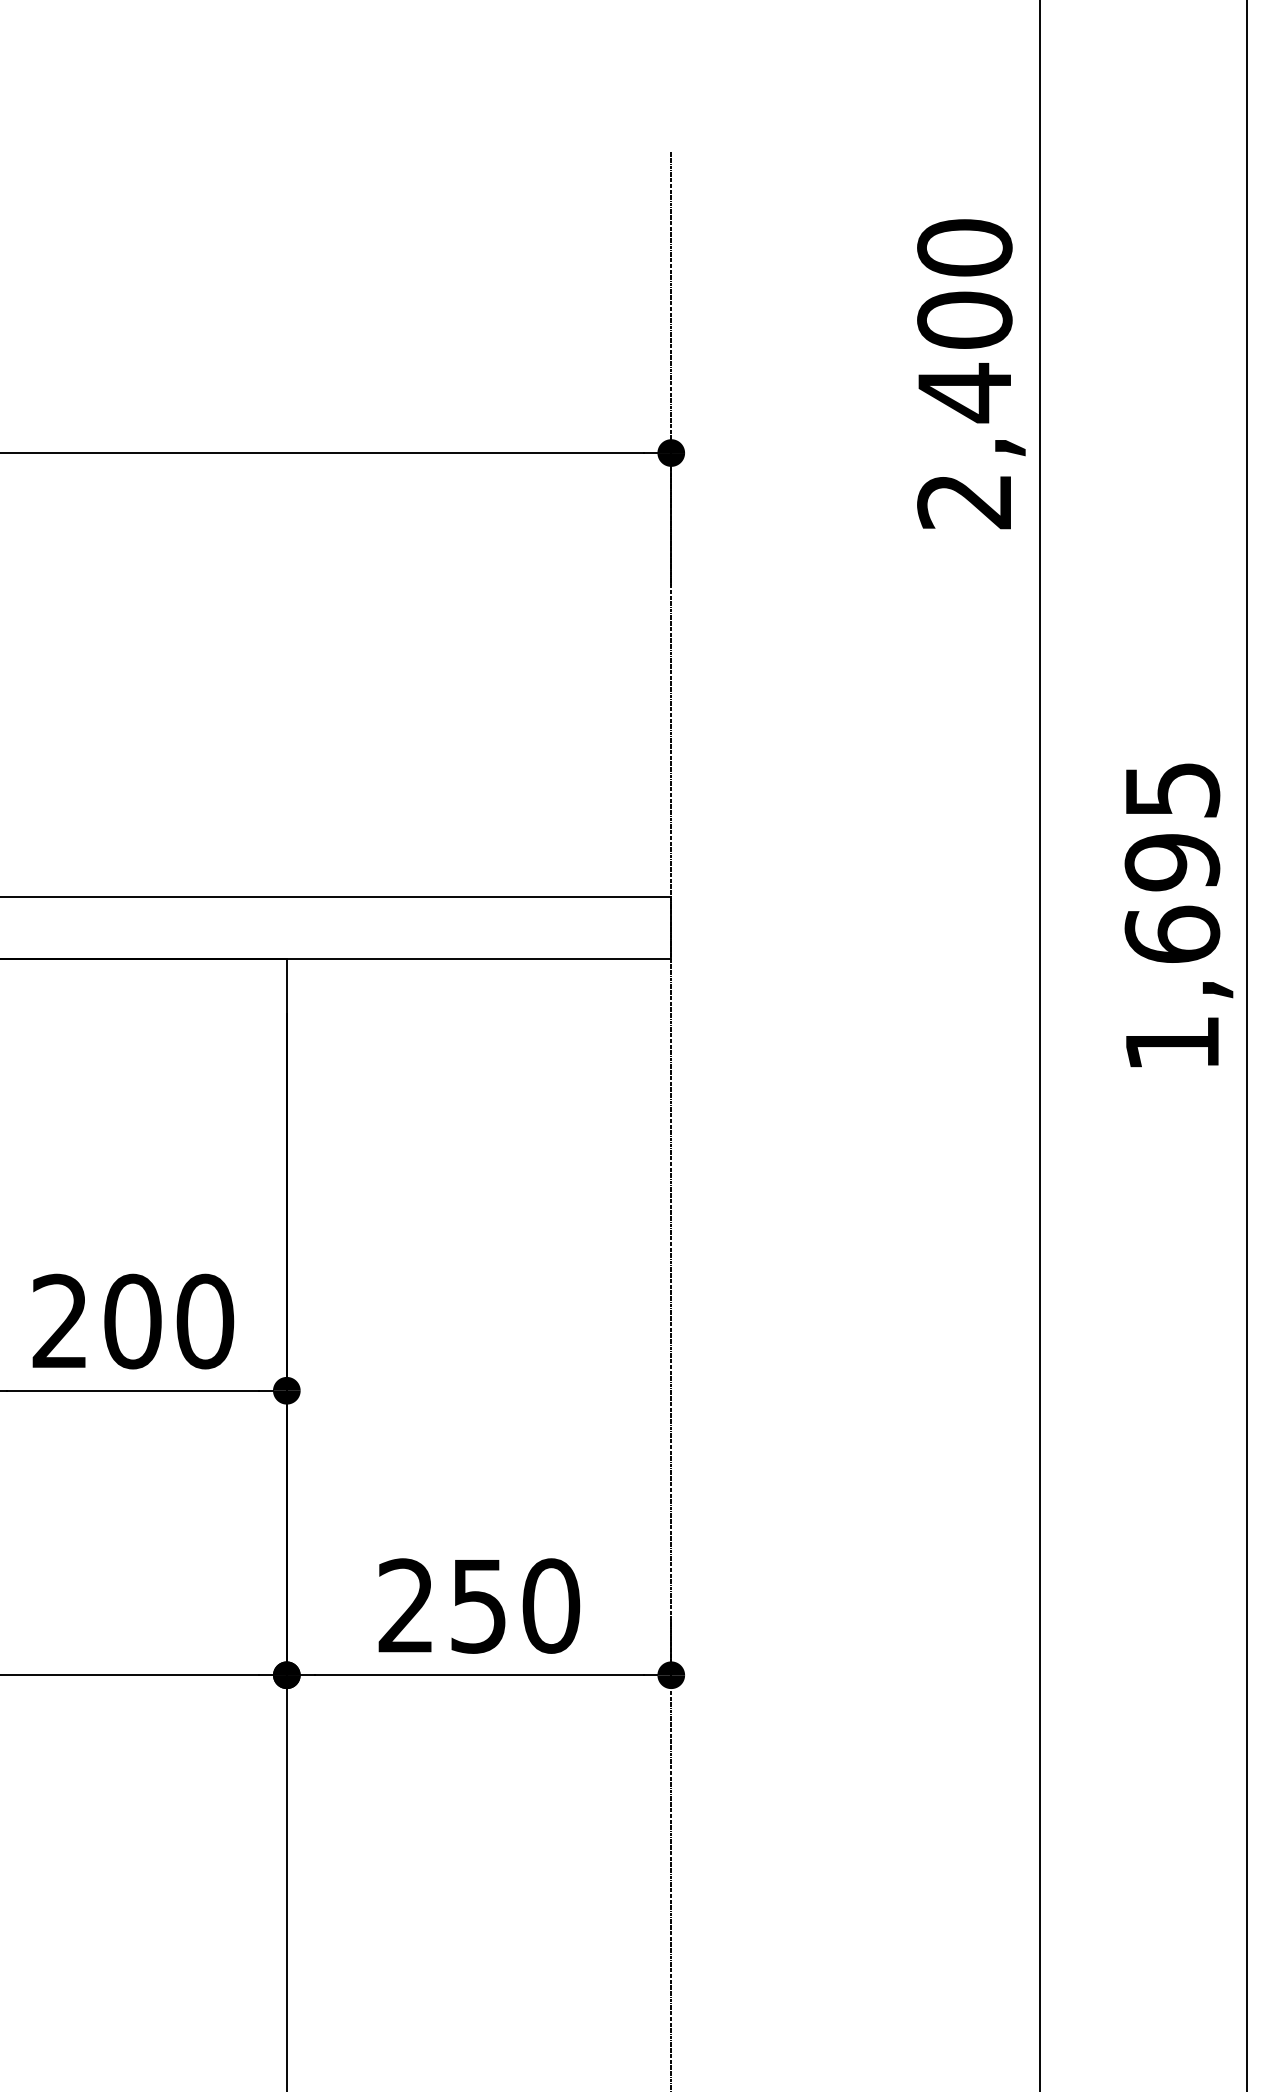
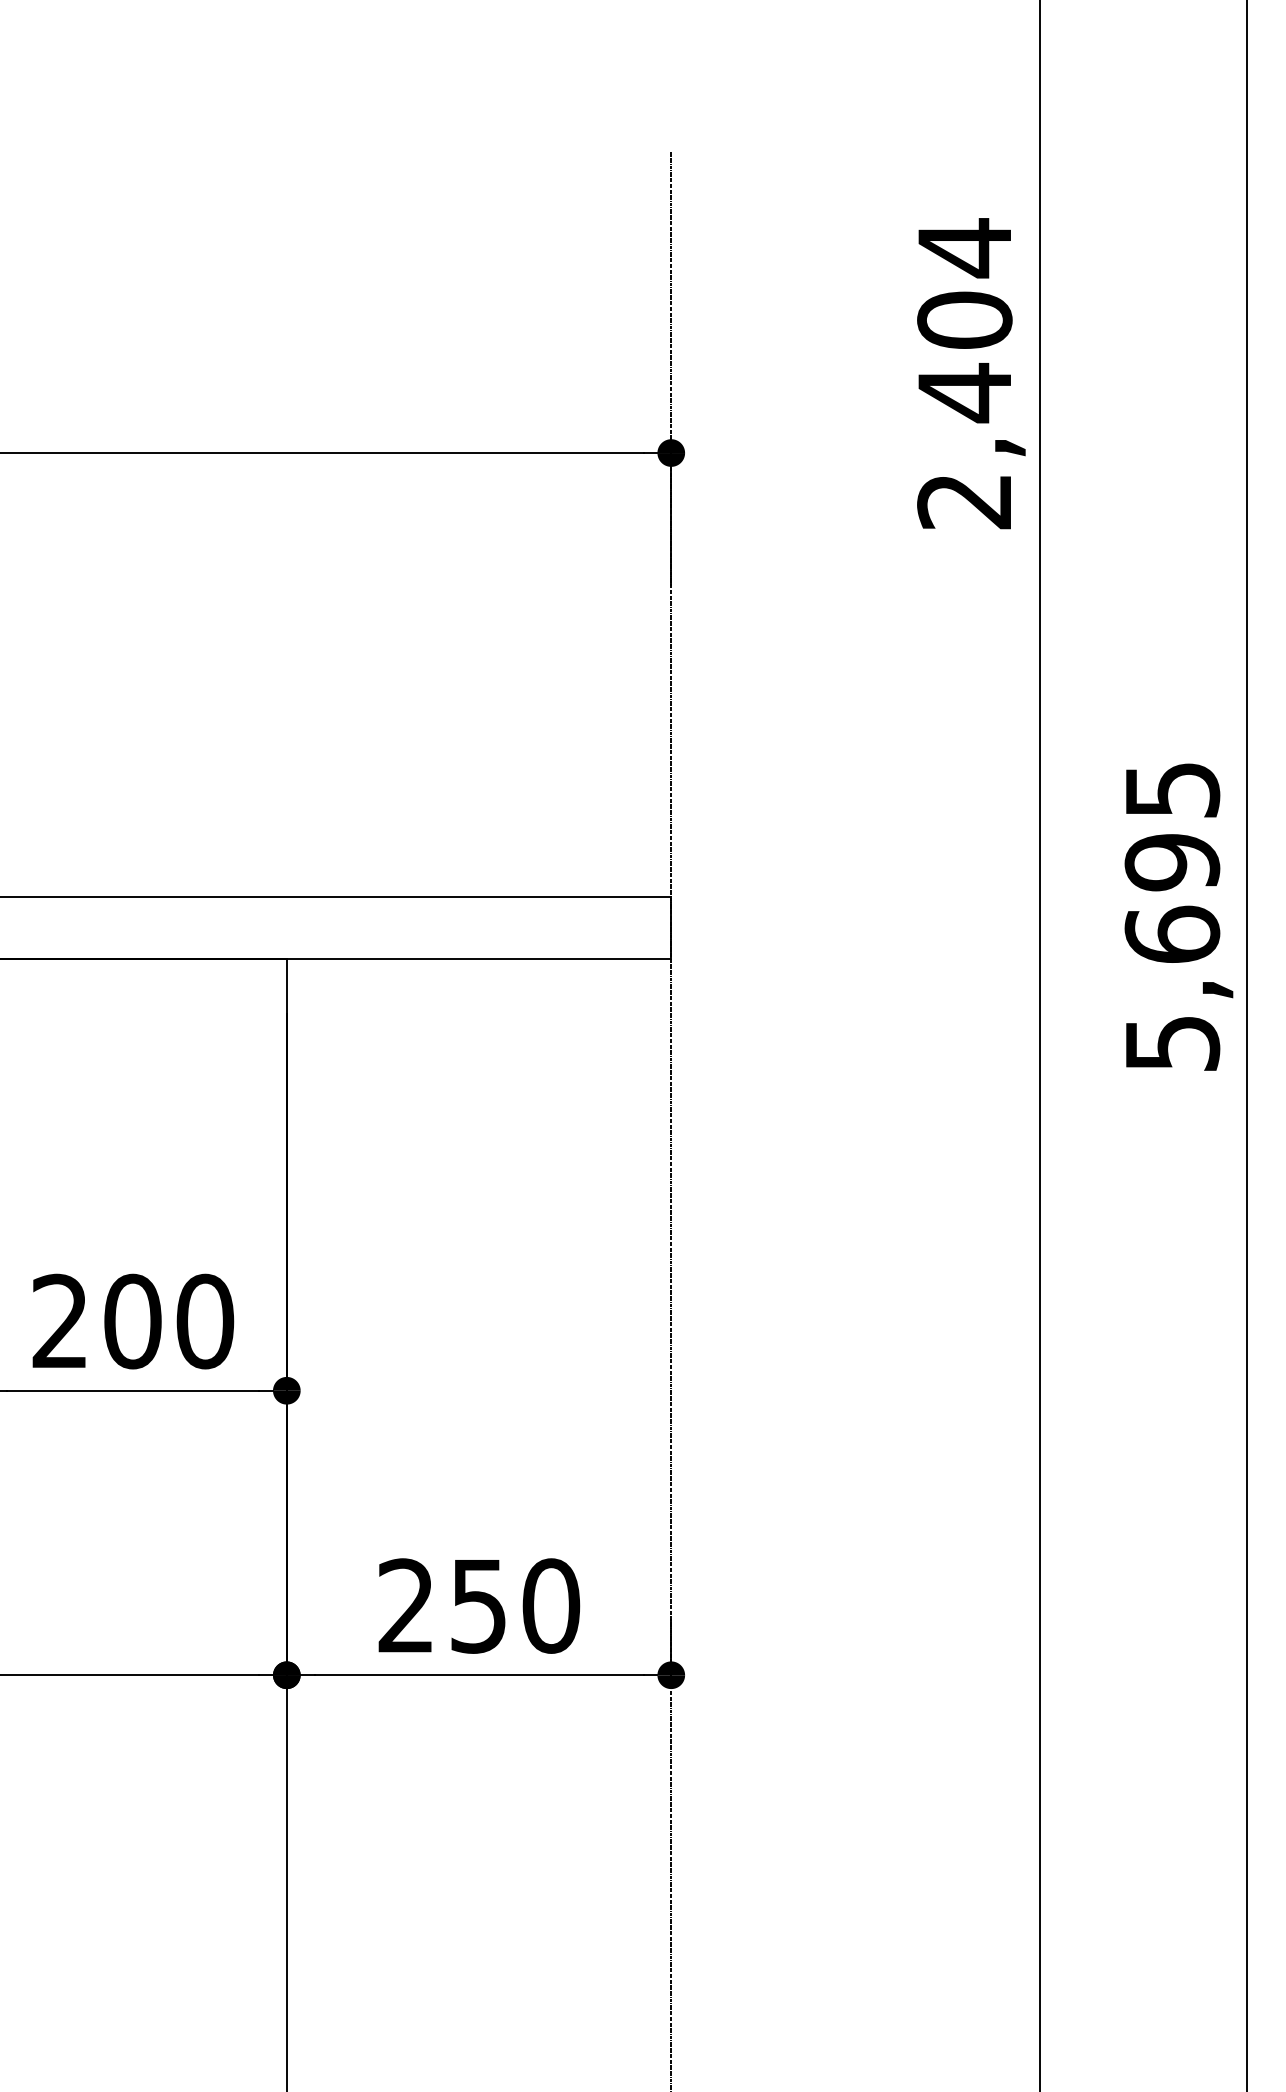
text at (964, 248): 2,400 -> 2,404
text at (1173, 1043): 1,695 -> 5,695
